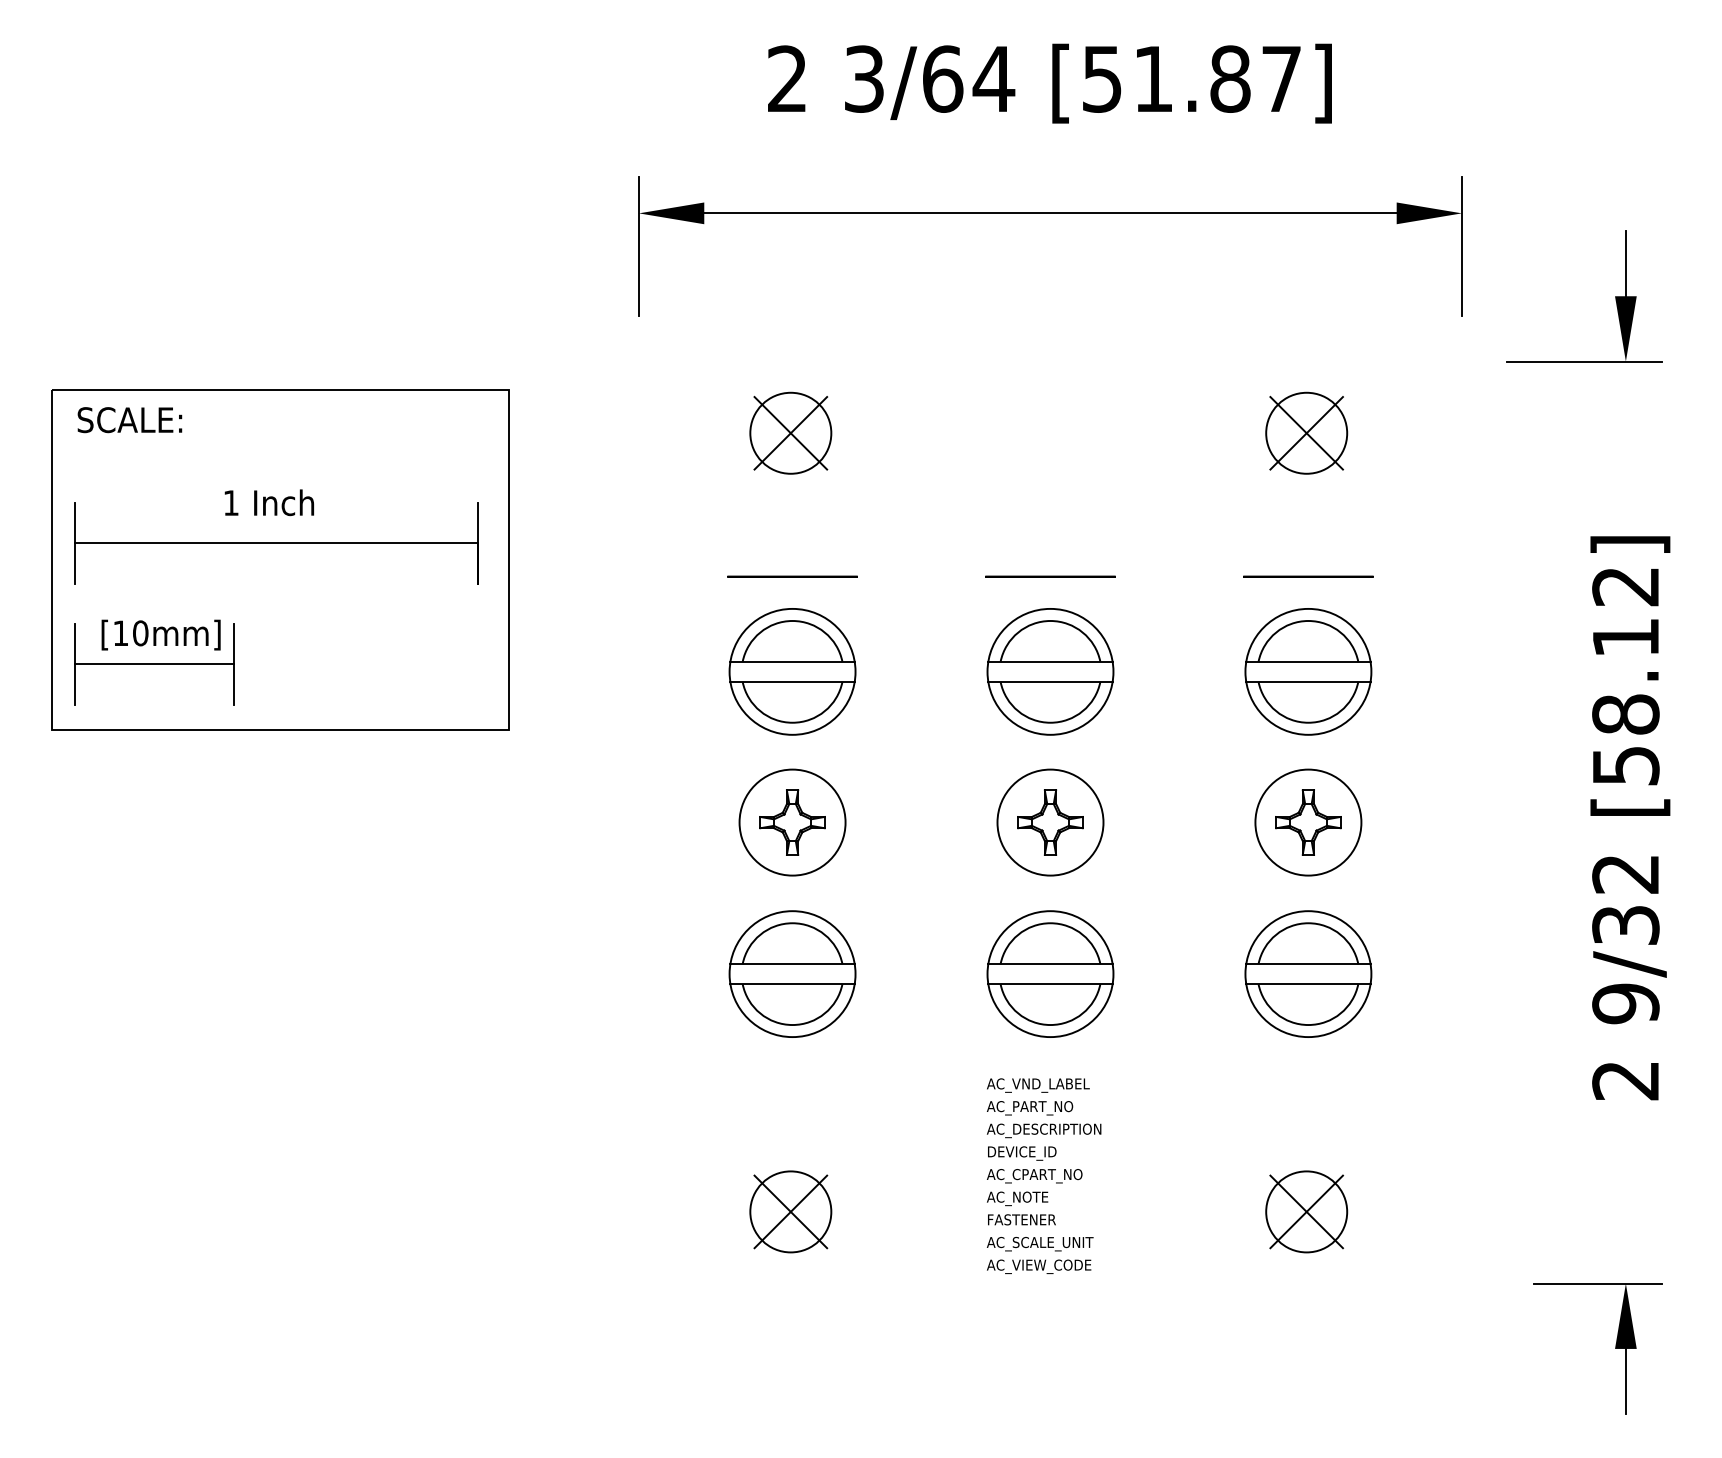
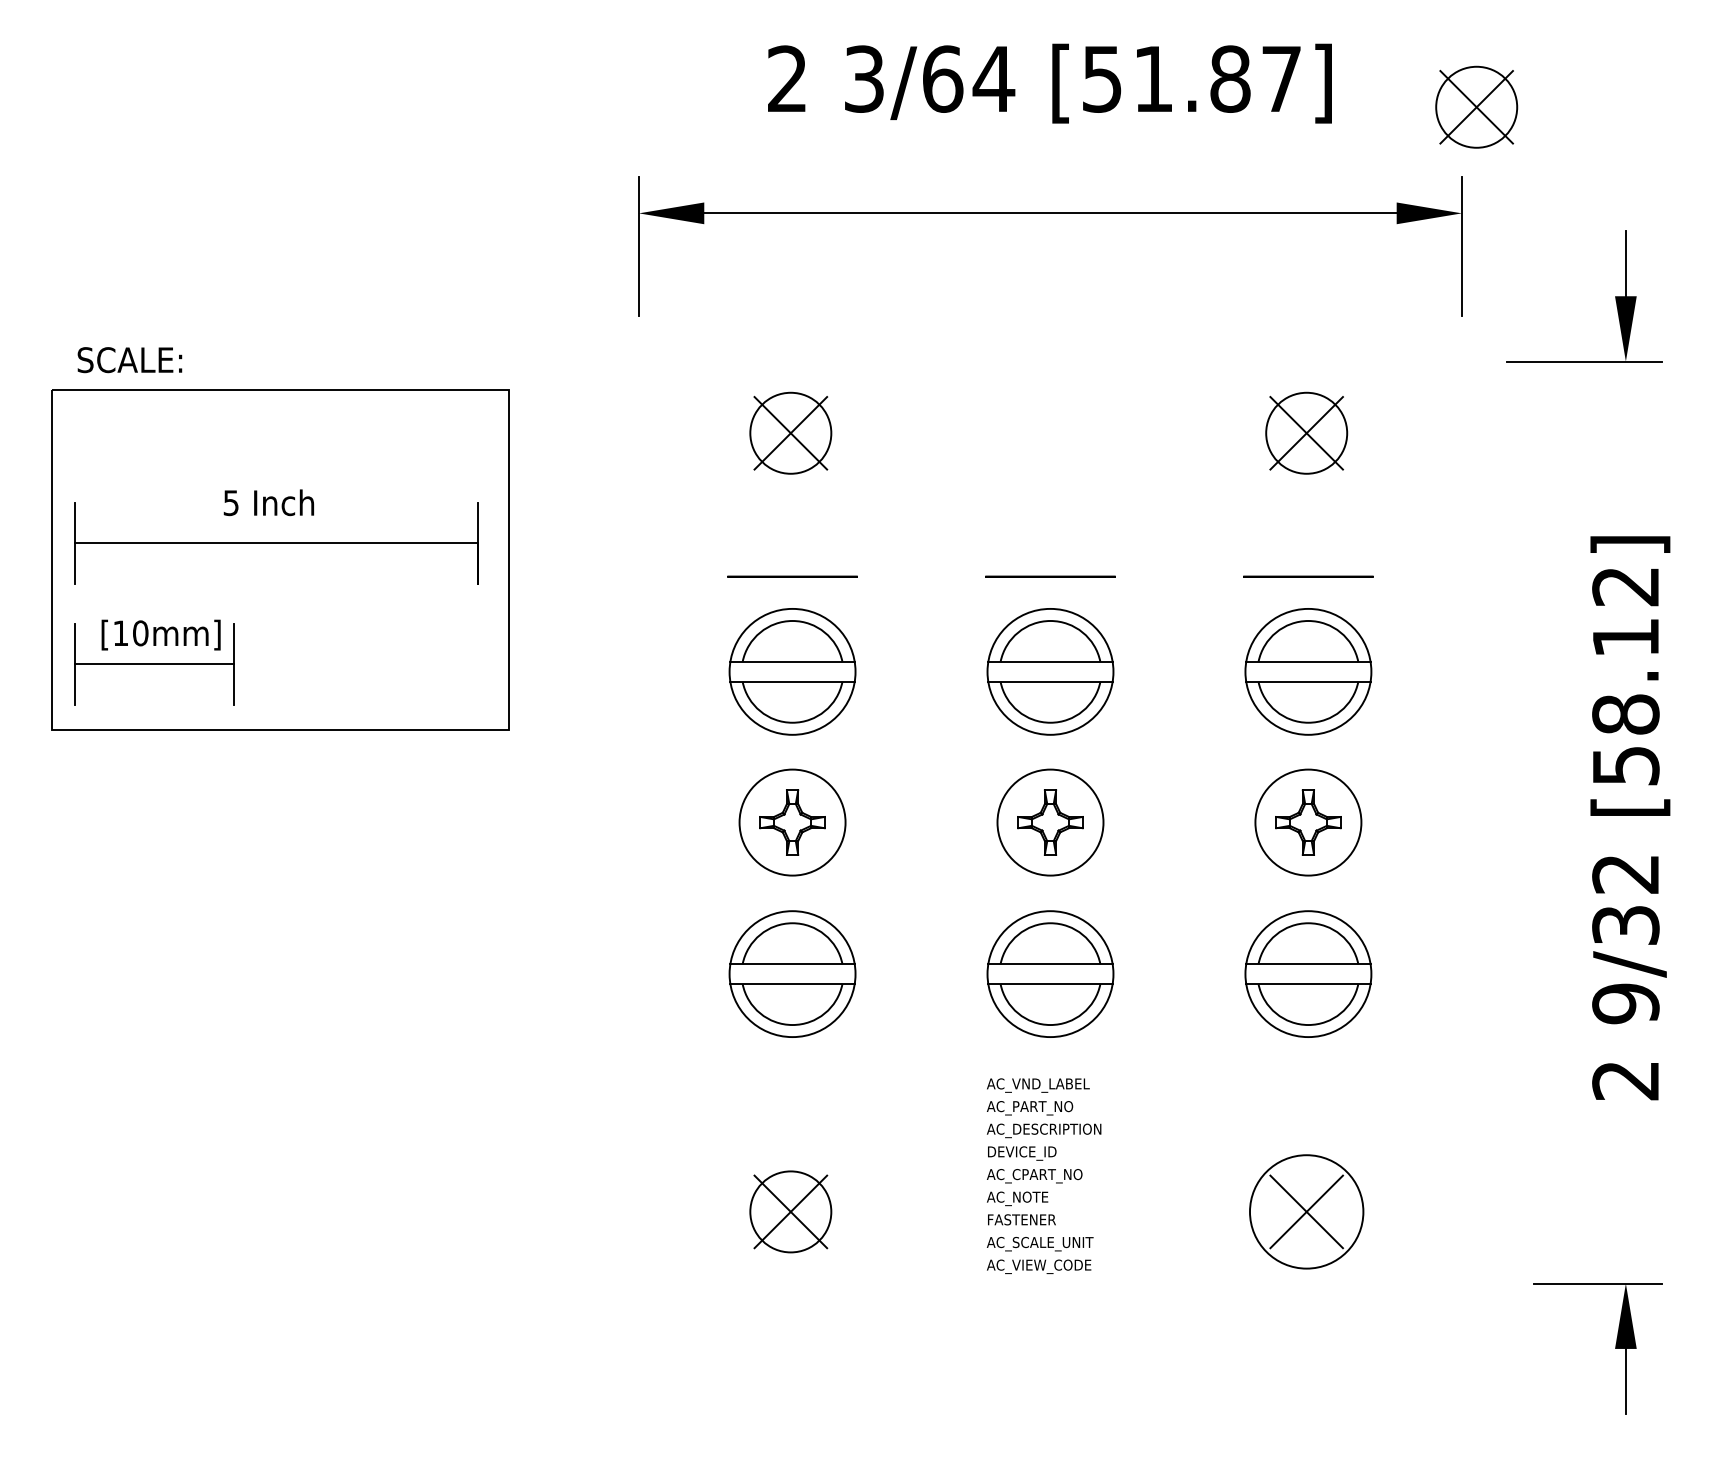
part at (1476, 106): none -> present
text at (129, 420) position: (129, 420) -> (129, 360)
text at (230, 503): 1 -> 5
circle at (1306, 1211) diameter: 81 px -> 113 px
